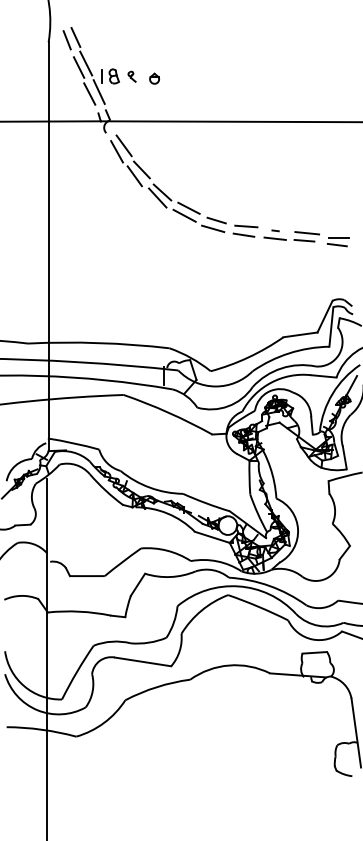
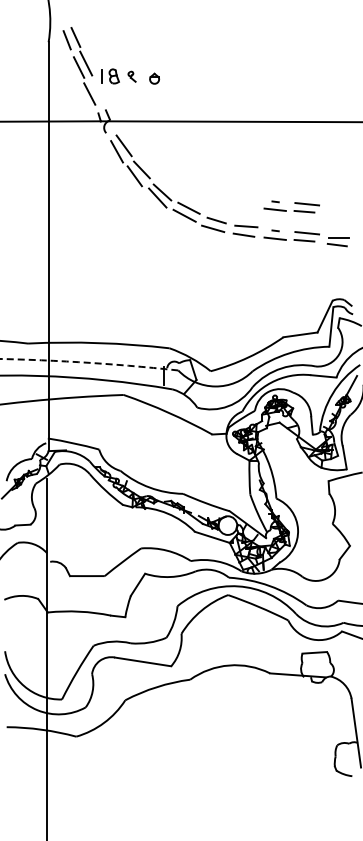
line at (98, 91): present -> none
part at (291, 206): none -> present
arc at (88, 362): solid -> dashed
